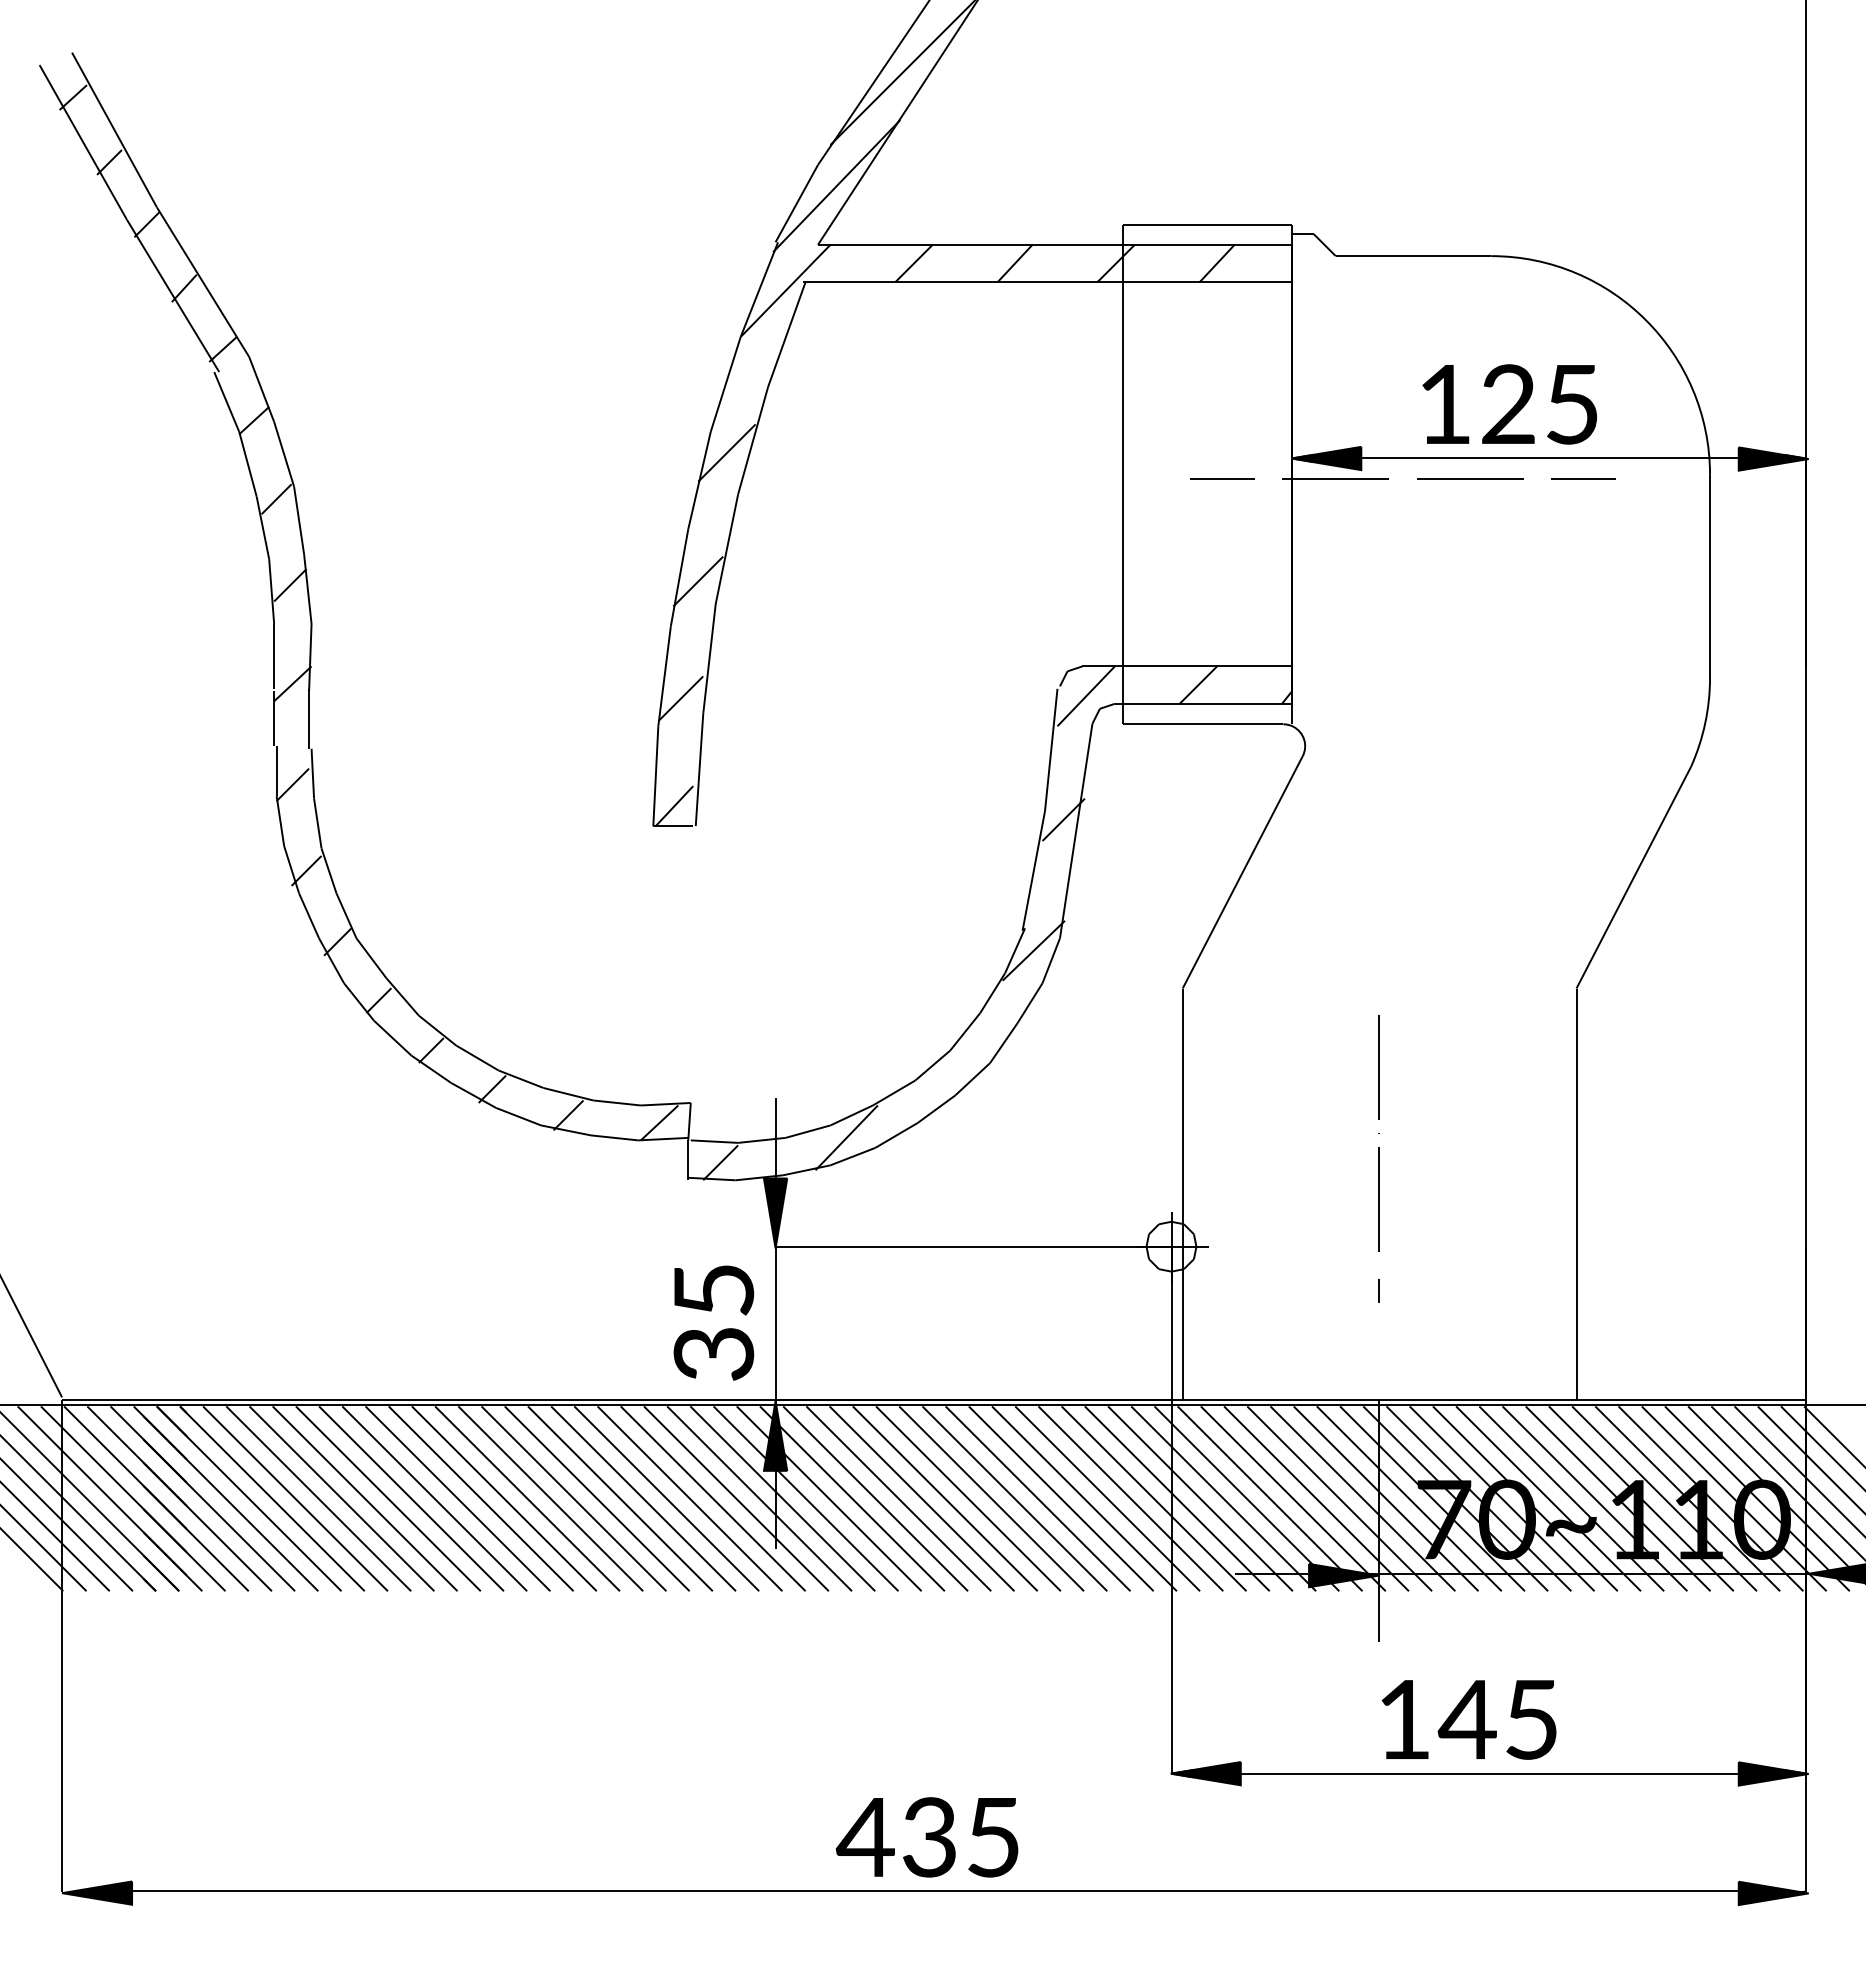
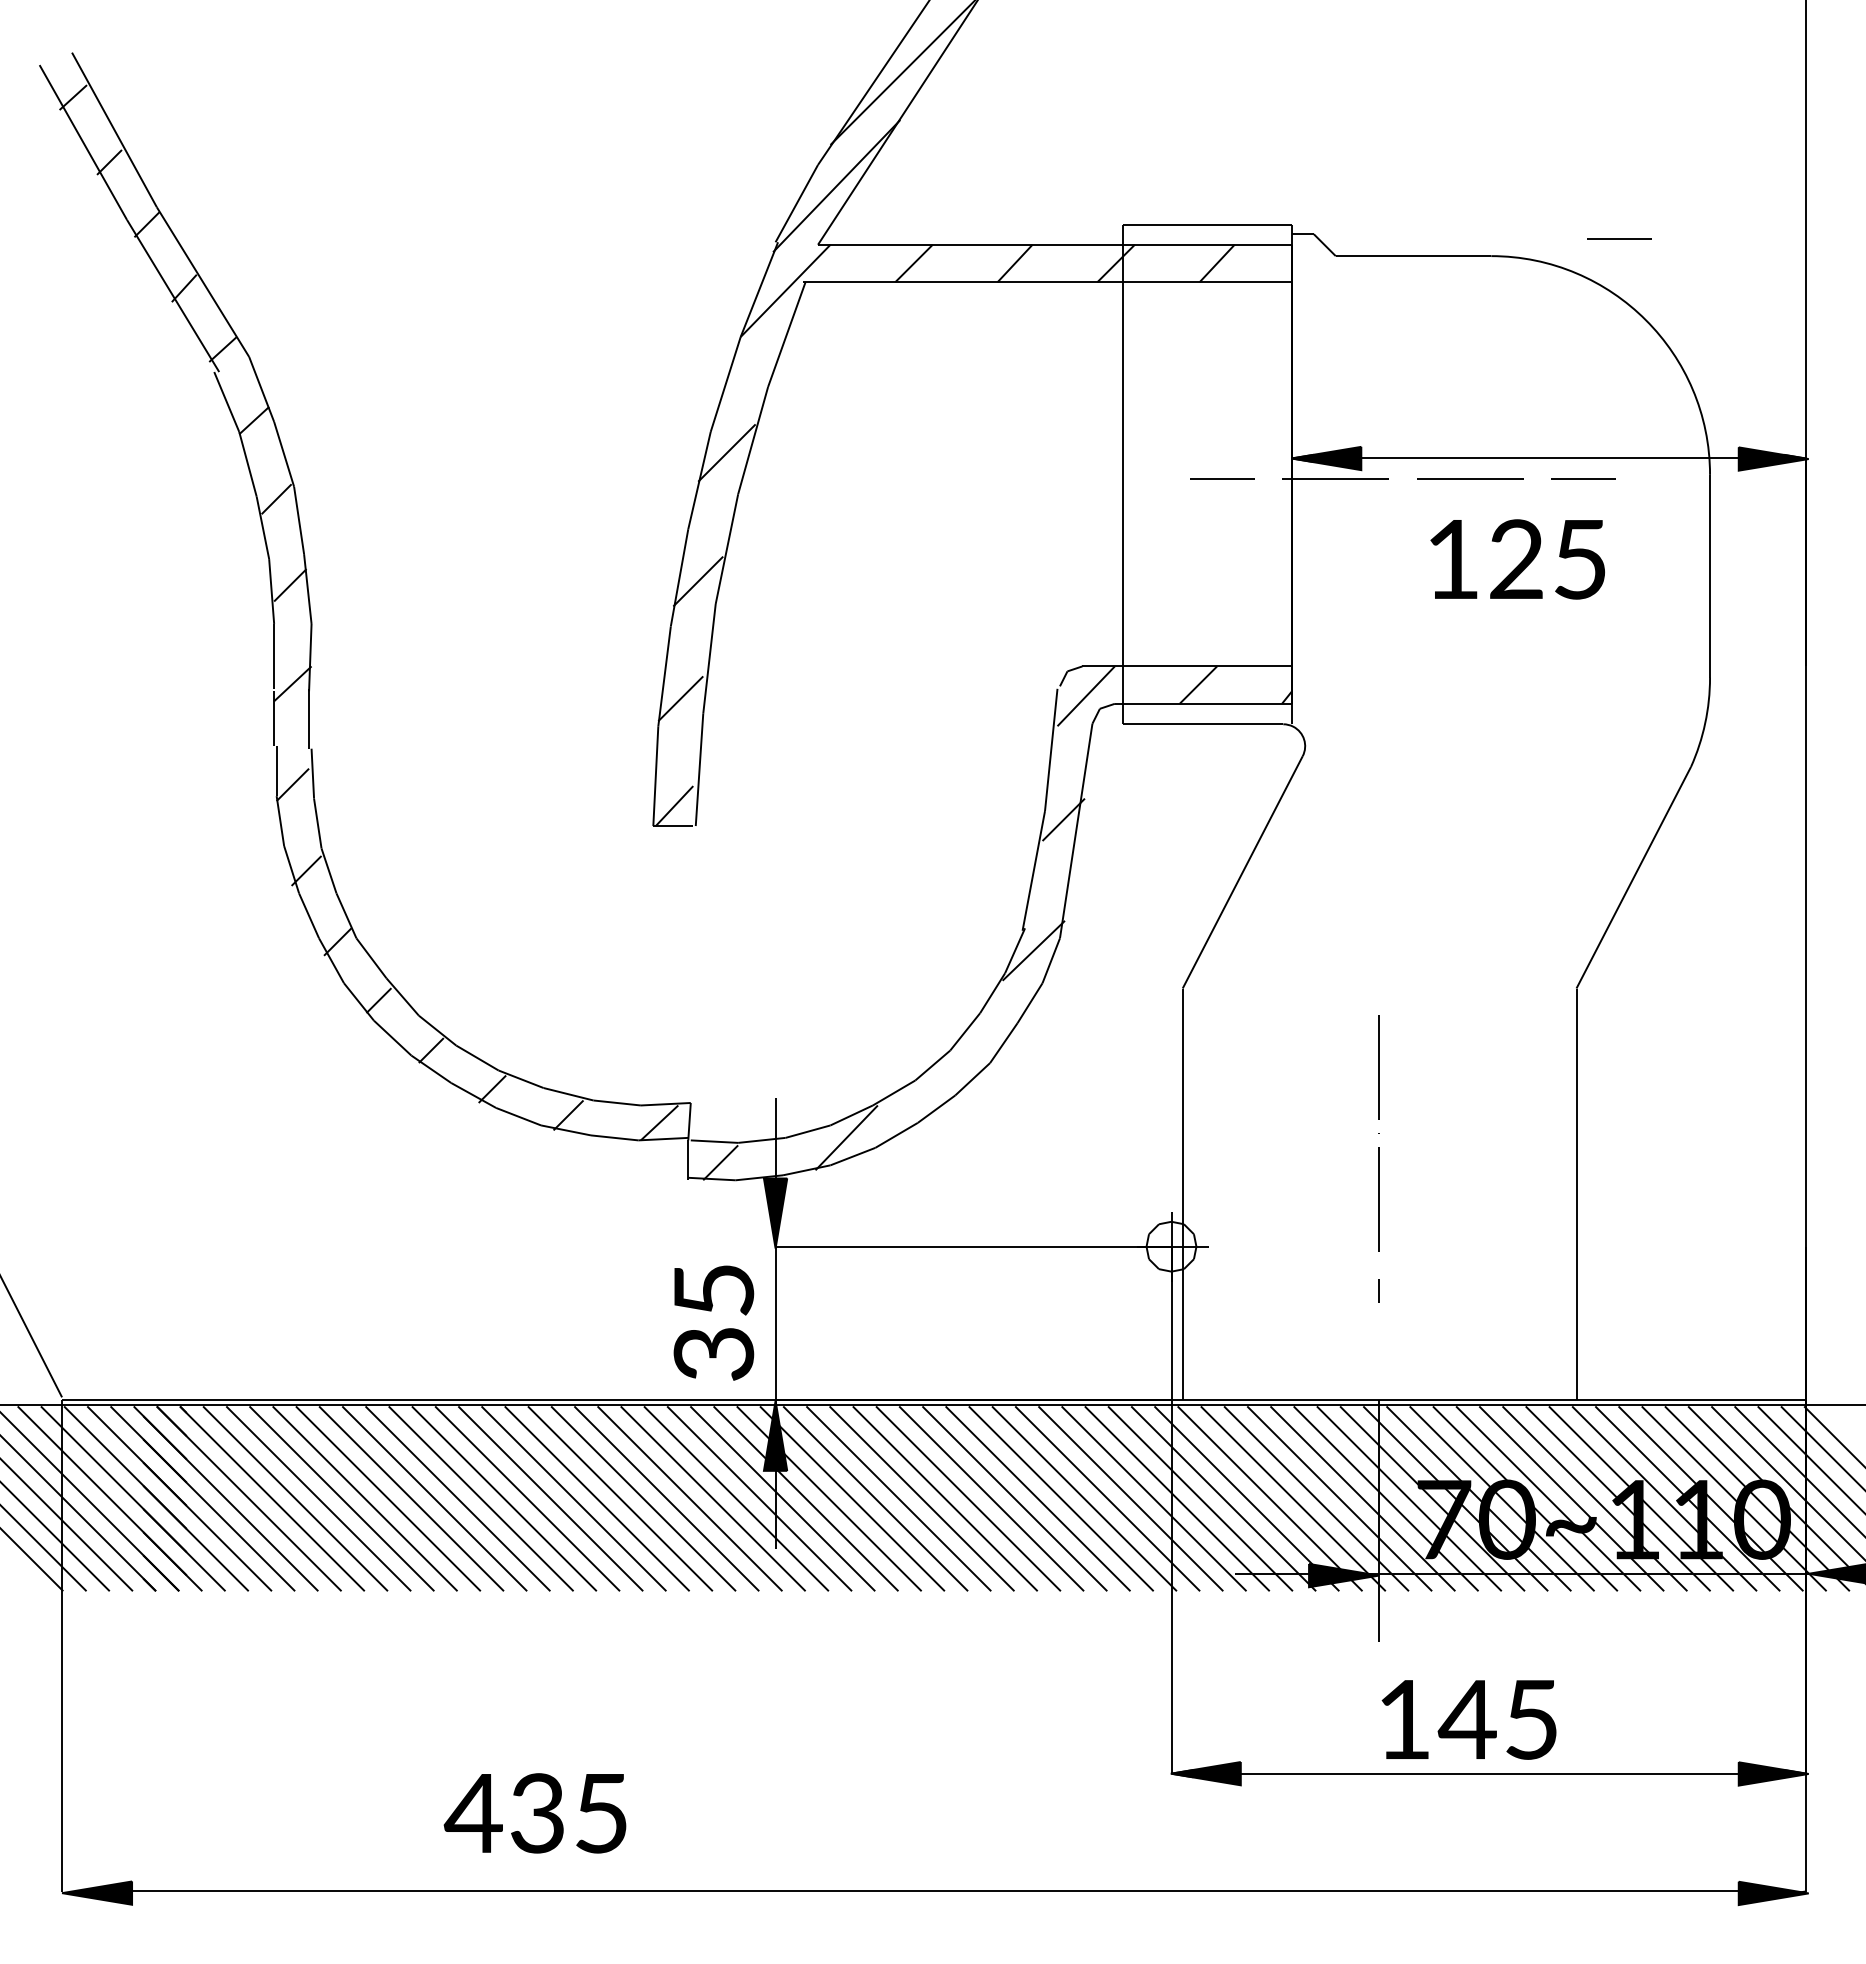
line at (1619, 238): none -> present
text at (1509, 404) position: (1509, 404) -> (1517, 559)
text at (926, 1837) position: (926, 1837) -> (534, 1813)
